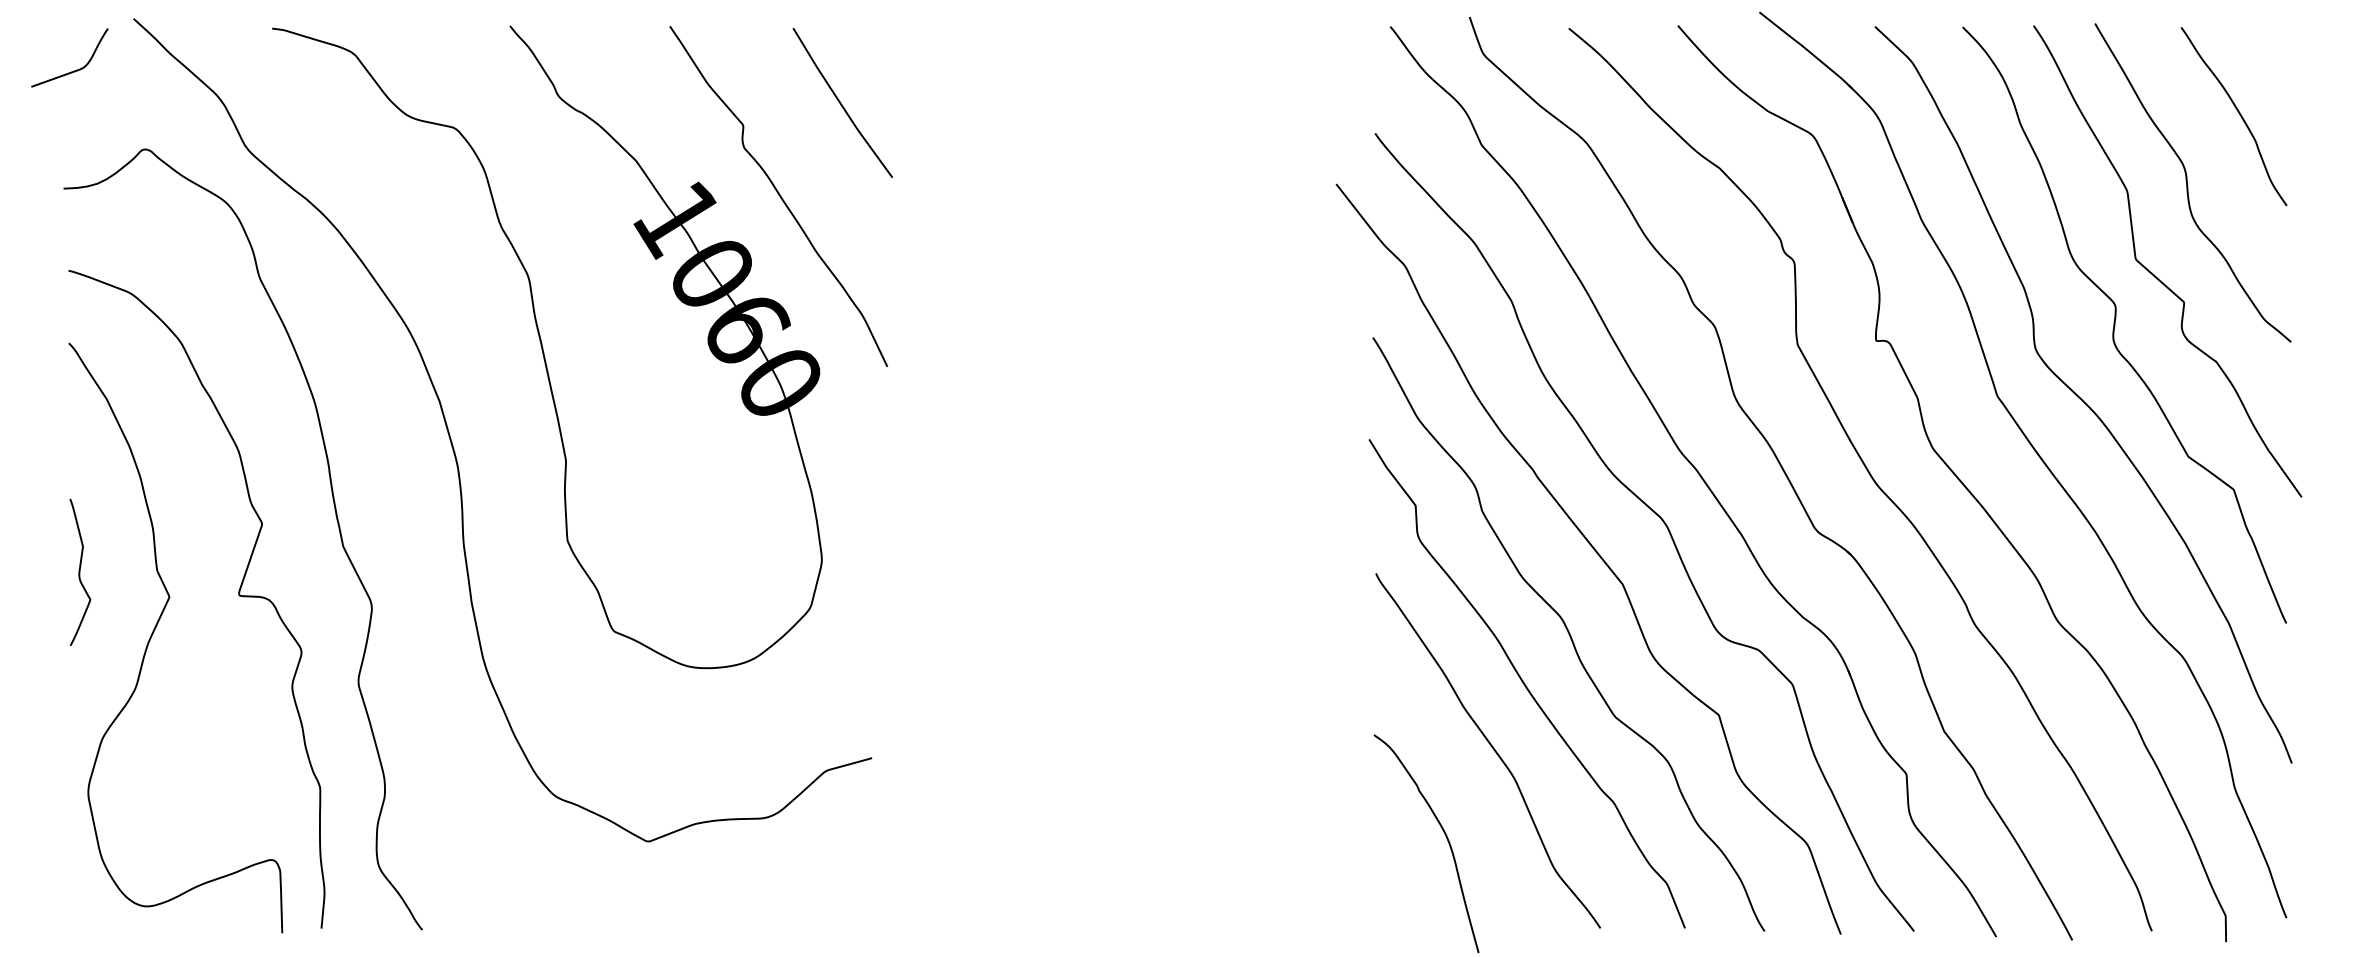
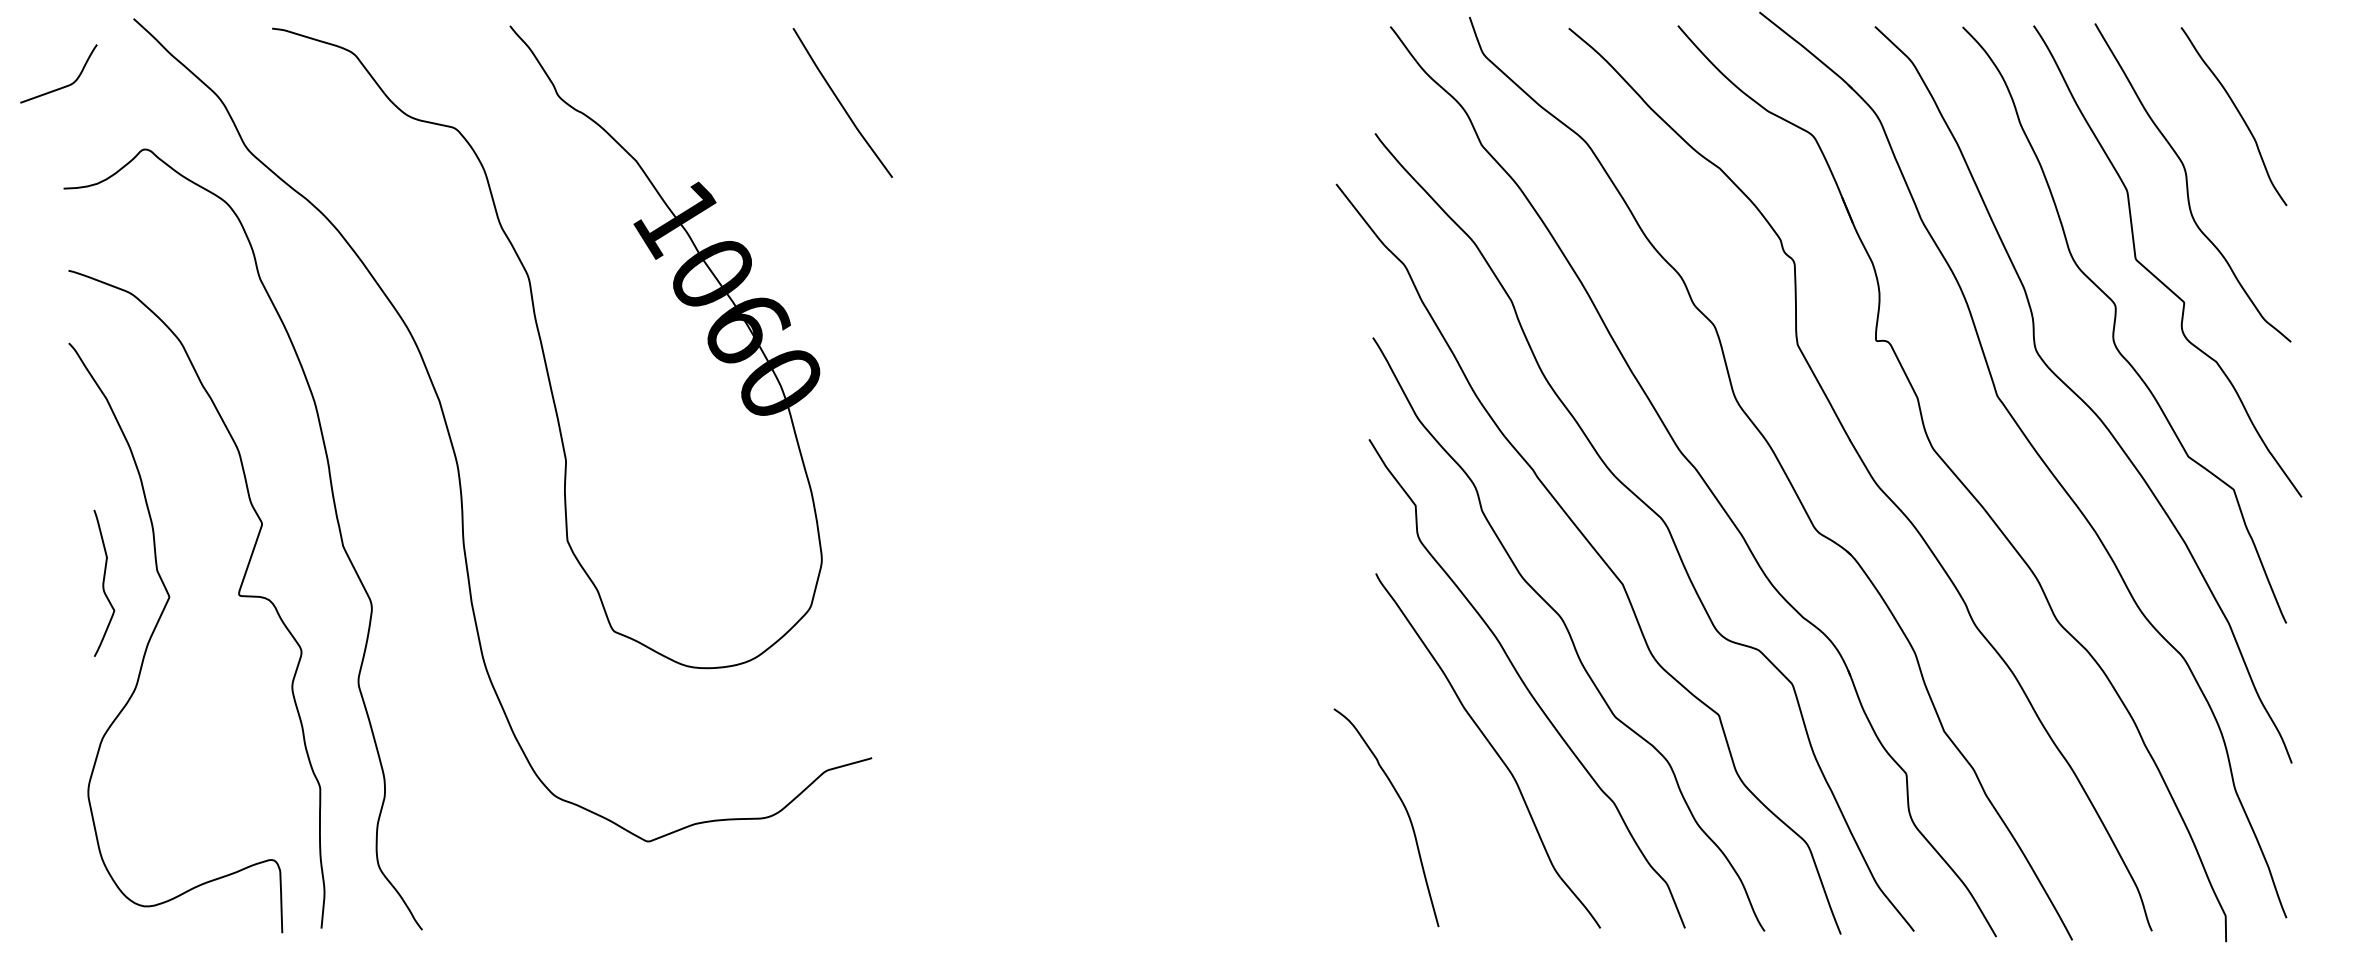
curve at (73, 70) position: (73, 70) -> (62, 86)
curve at (778, 195): present -> none
curve at (80, 571) position: (80, 571) -> (104, 582)
curve at (1444, 834) position: (1444, 834) -> (1404, 808)
